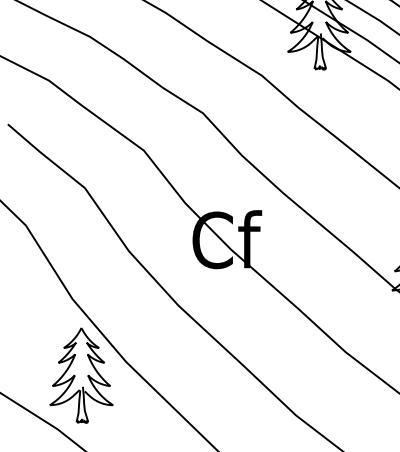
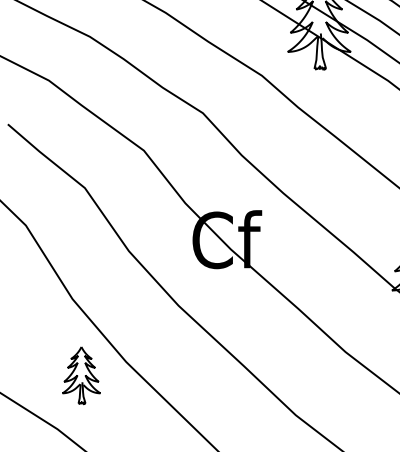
part at (81, 375) size: 65x97 px -> 39x60 px
